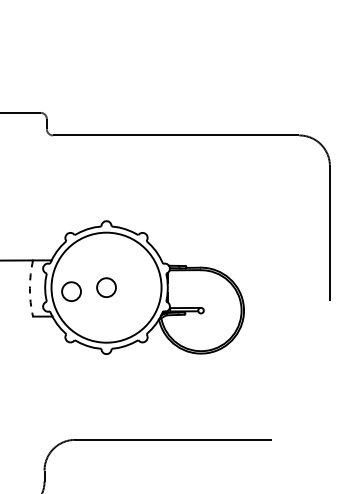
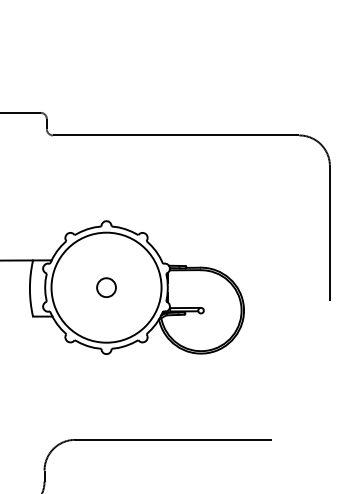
arc at (29, 288): dashed -> solid
circle at (71, 291): present -> none
